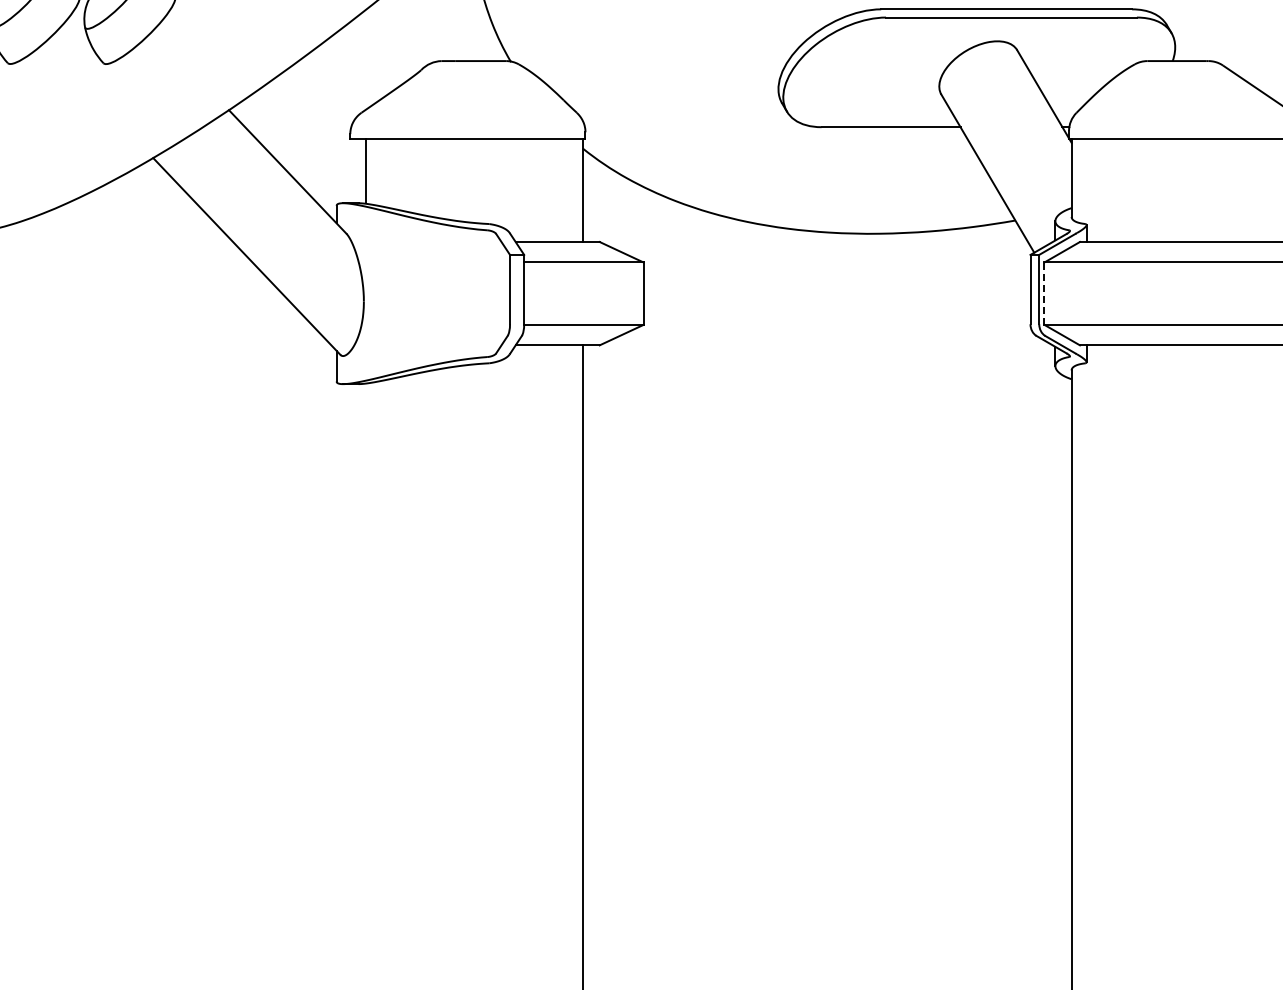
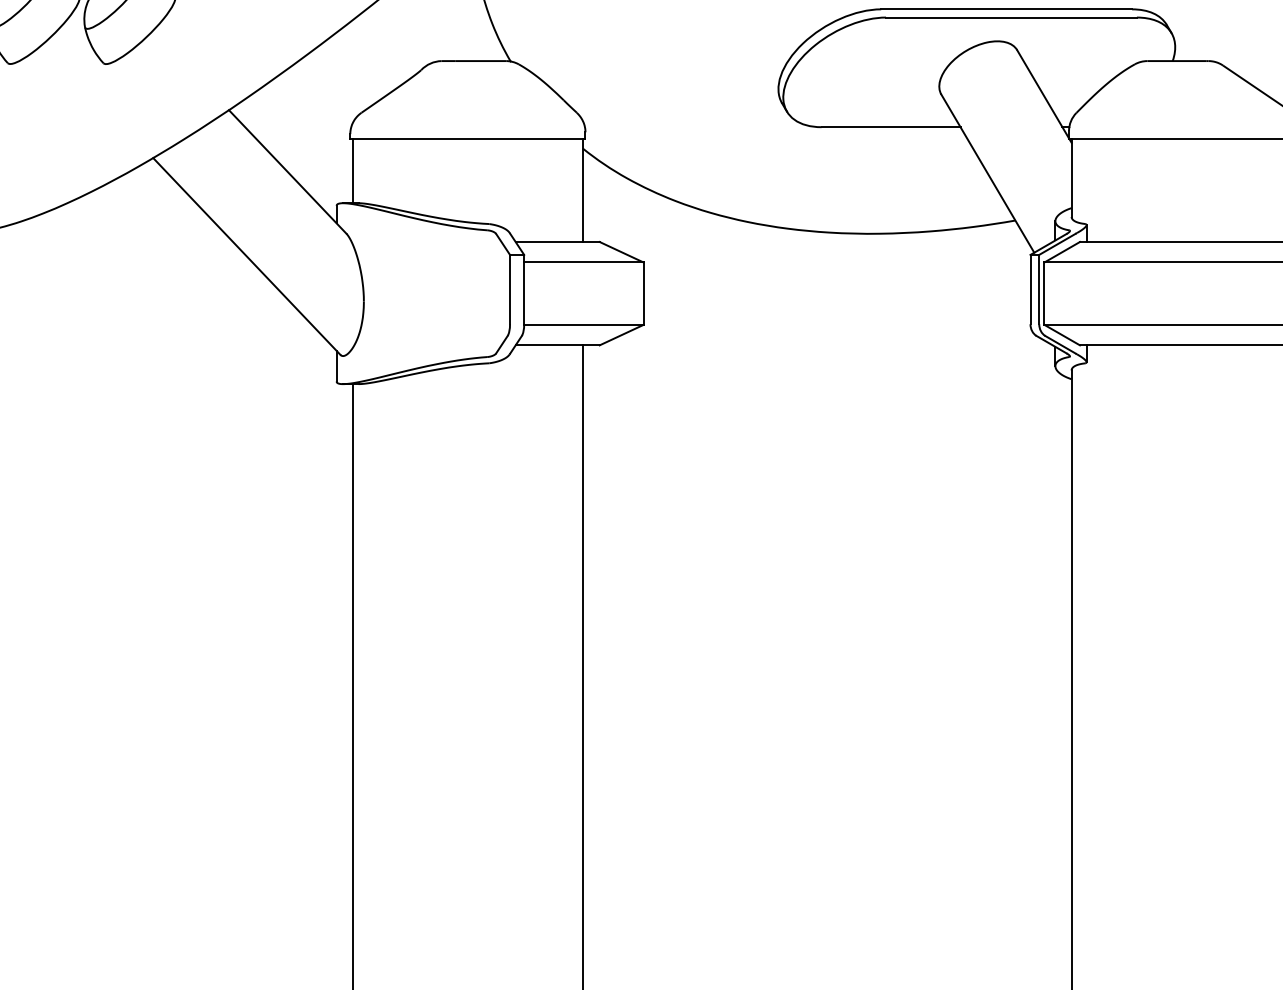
line at (365, 170) position: (365, 170) -> (352, 170)
line at (1044, 293): dashed -> solid
line at (352, 685): none -> present
